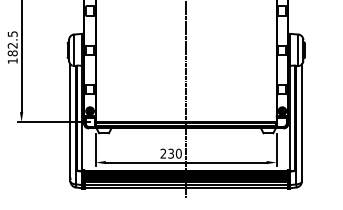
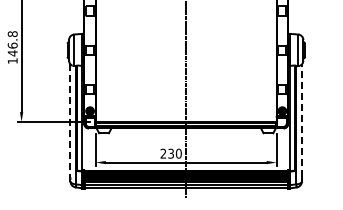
text at (12, 43): 182.5 -> 146.8
line at (70, 120): solid -> dashed
line at (302, 120): solid -> dashed
